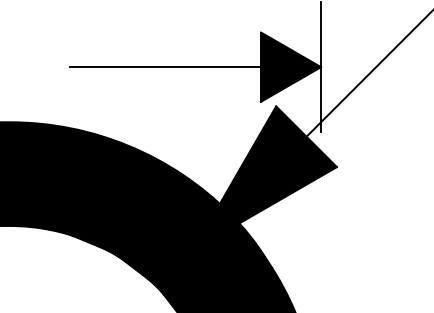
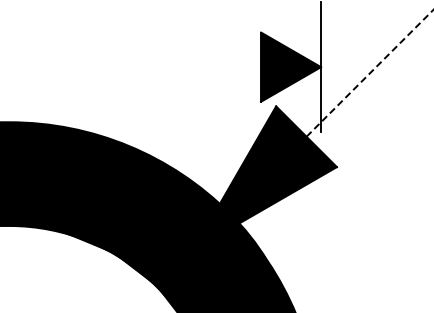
line at (165, 67): present -> none
line at (370, 73): solid -> dashed
